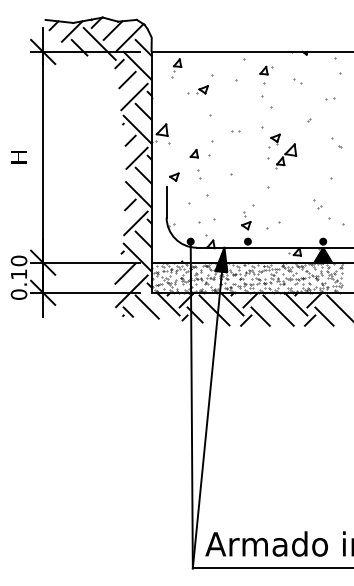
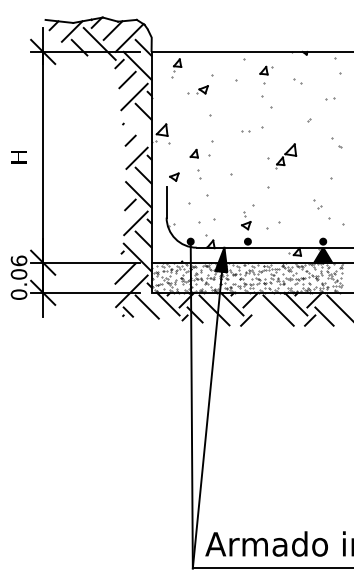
line at (137, 129): present -> none
part at (235, 131) position: (235, 131) -> (245, 131)
part at (274, 140): present -> none
text at (18, 267): 0.10 -> 0.06
line at (260, 316): present -> none
